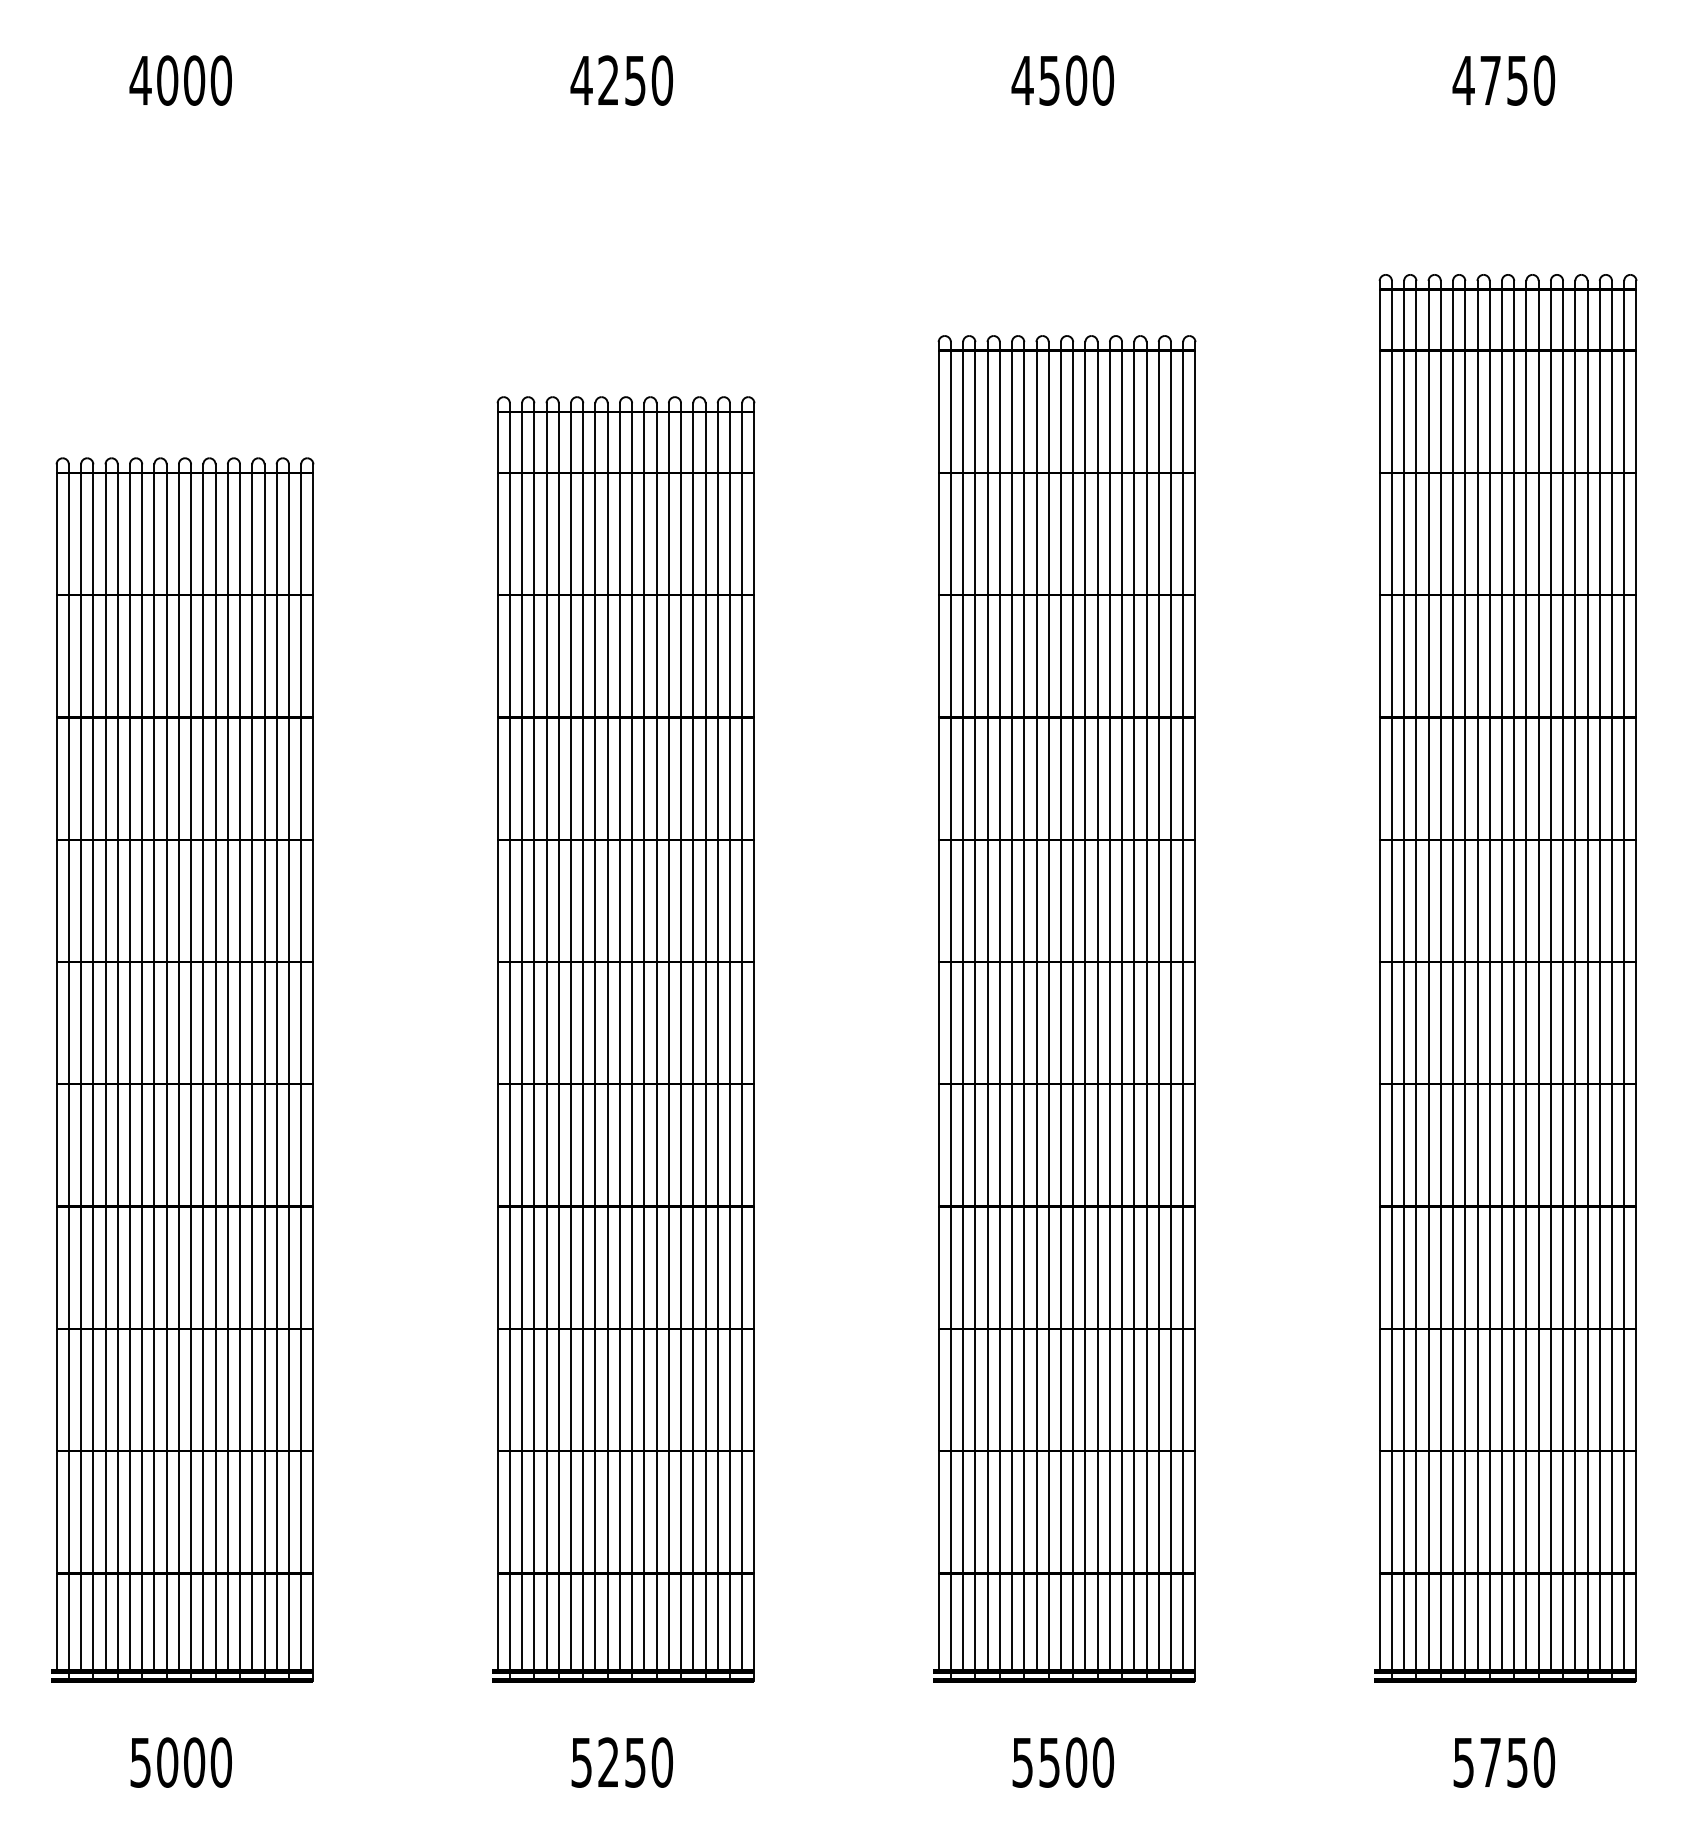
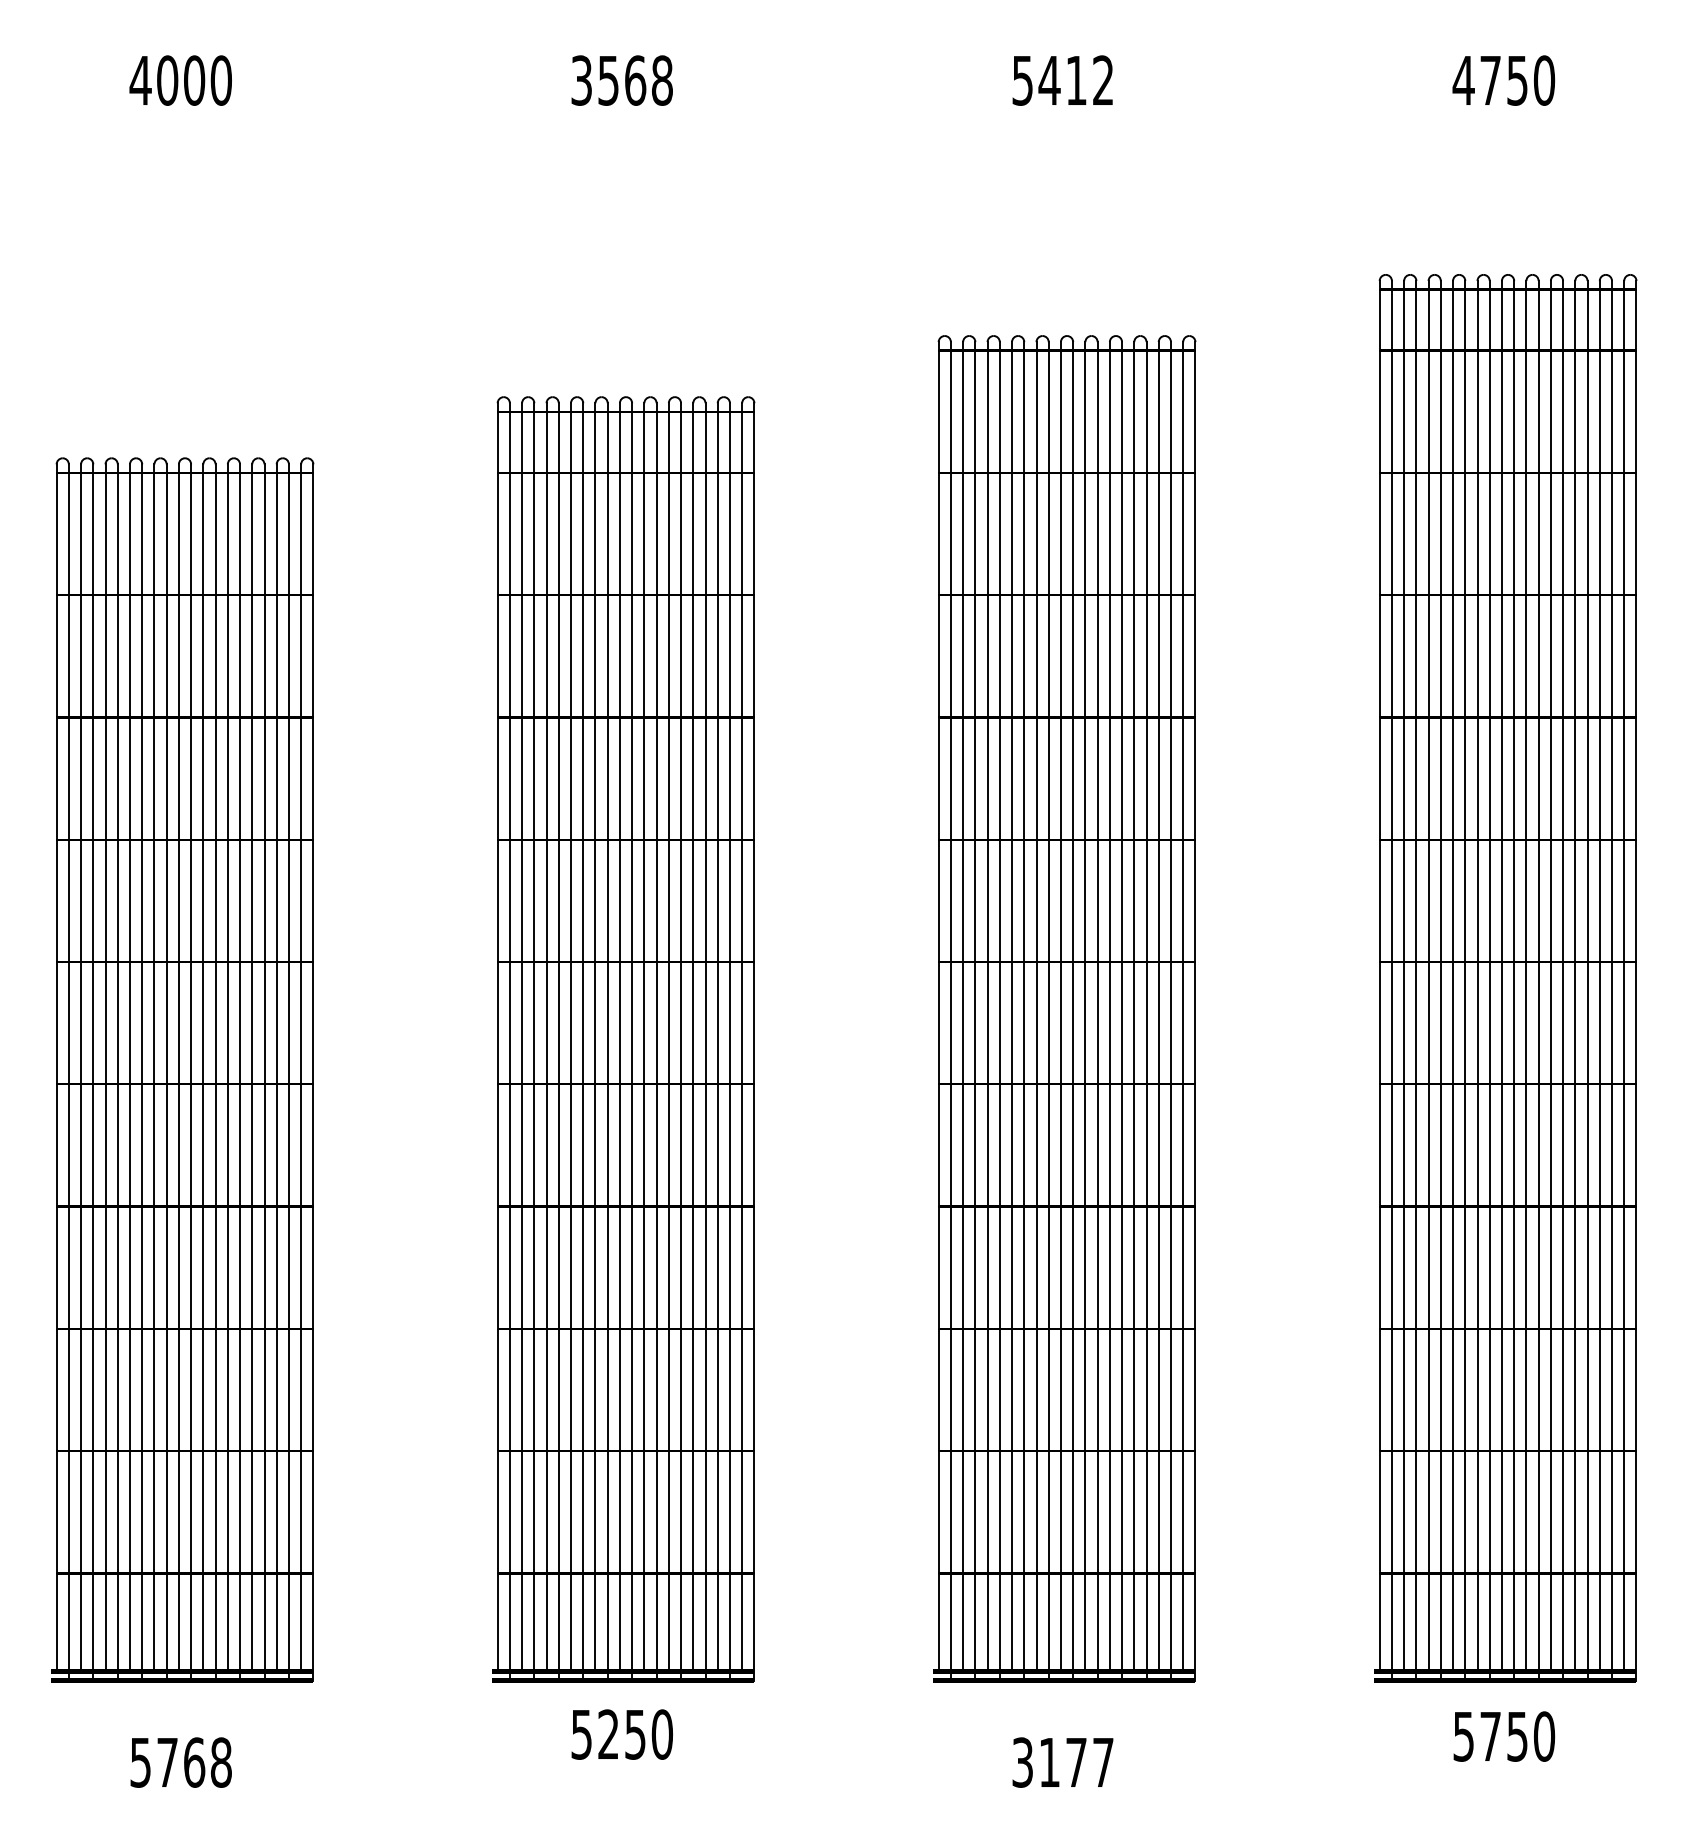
text at (621, 80): 4250 -> 3568
text at (1062, 80): 4500 -> 5412
text at (194, 1762): 5000 -> 5768
text at (621, 1762) position: (621, 1762) -> (621, 1734)
text at (1063, 1762): 5500 -> 3177
text at (1504, 1762) position: (1504, 1762) -> (1504, 1736)
